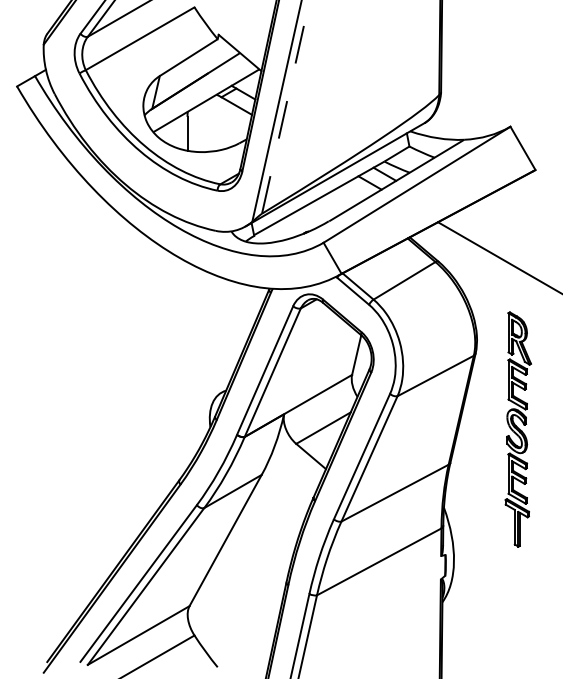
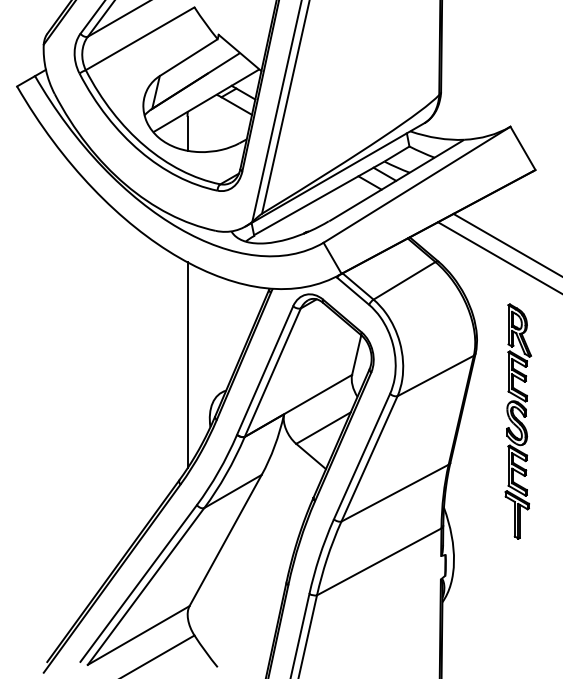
line at (285, 106): dashed -> solid
line at (506, 244): none -> present
line at (187, 365): none -> present
part at (517, 429) position: (517, 429) -> (517, 421)
